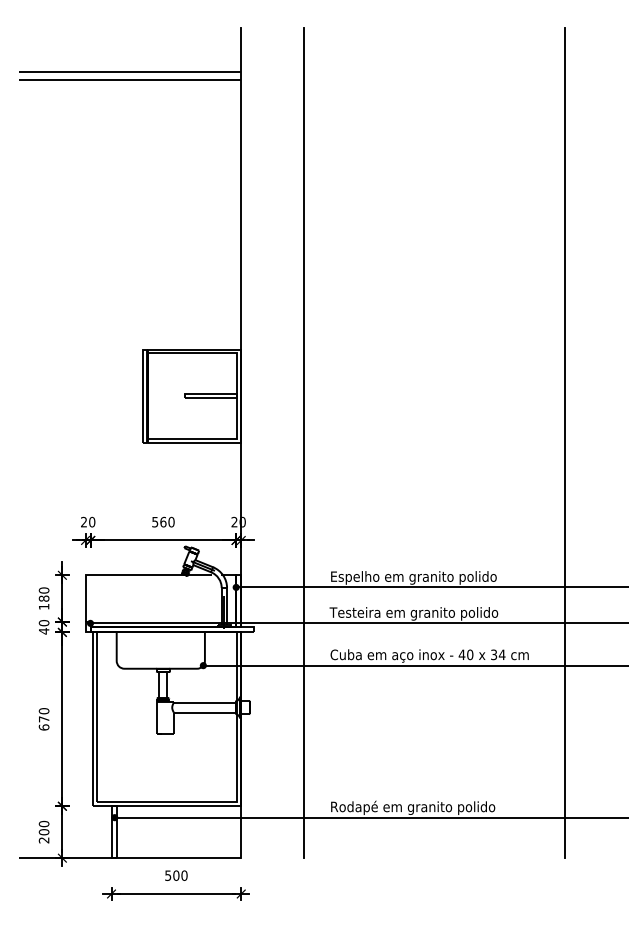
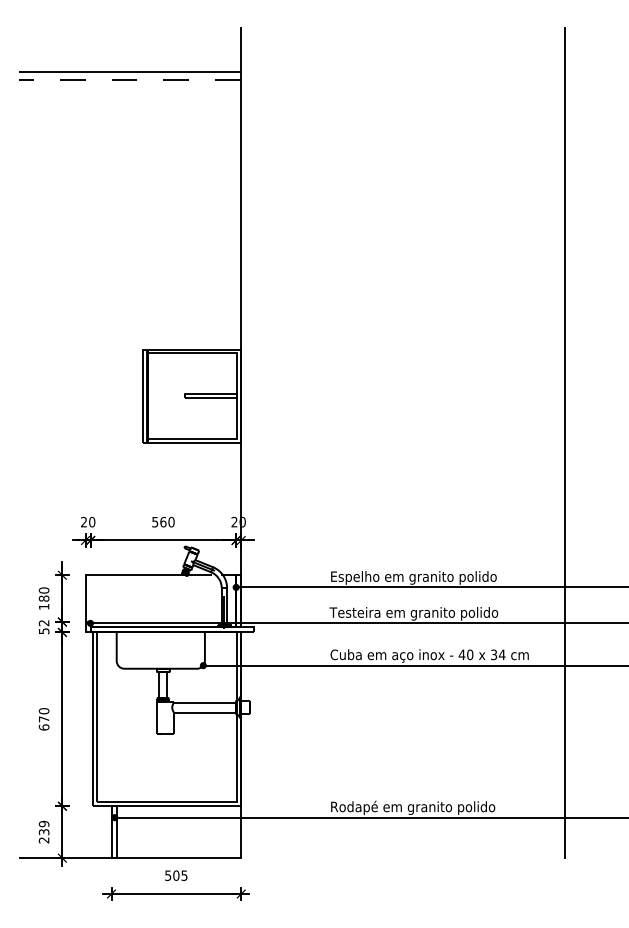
line at (129, 79): solid -> dashed
line at (303, 442): present -> none
text at (43, 627): 40 -> 52
text at (43, 828): 200 -> 239
text at (184, 875): 500 -> 505
